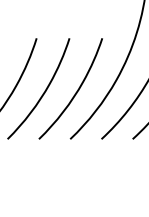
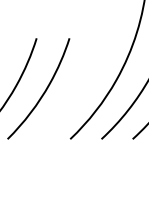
curve at (75, 92): present -> none
